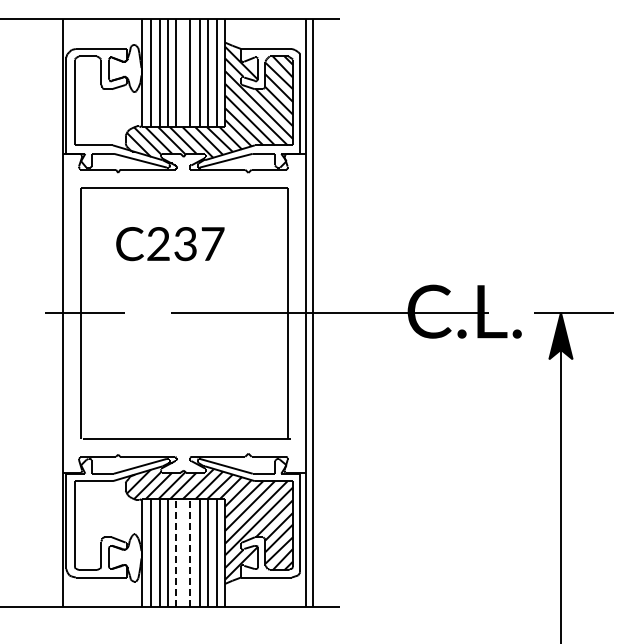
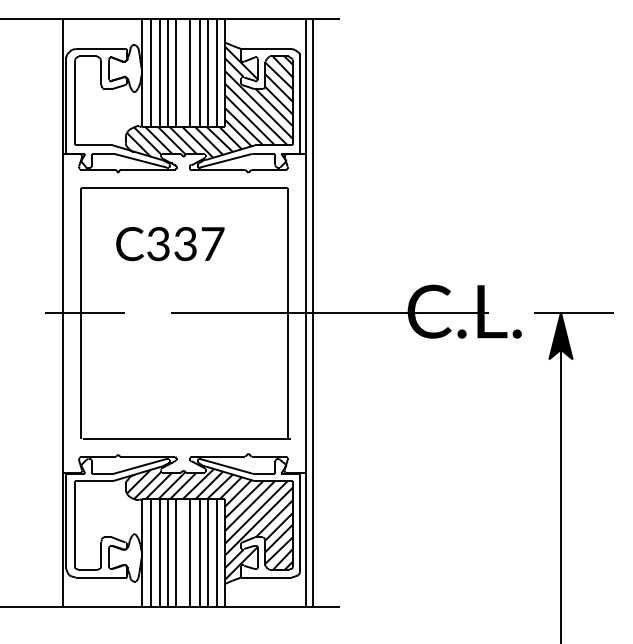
text at (158, 245): C237 -> C337
line at (176, 552): dashed -> solid
line at (190, 552): dashed -> solid
